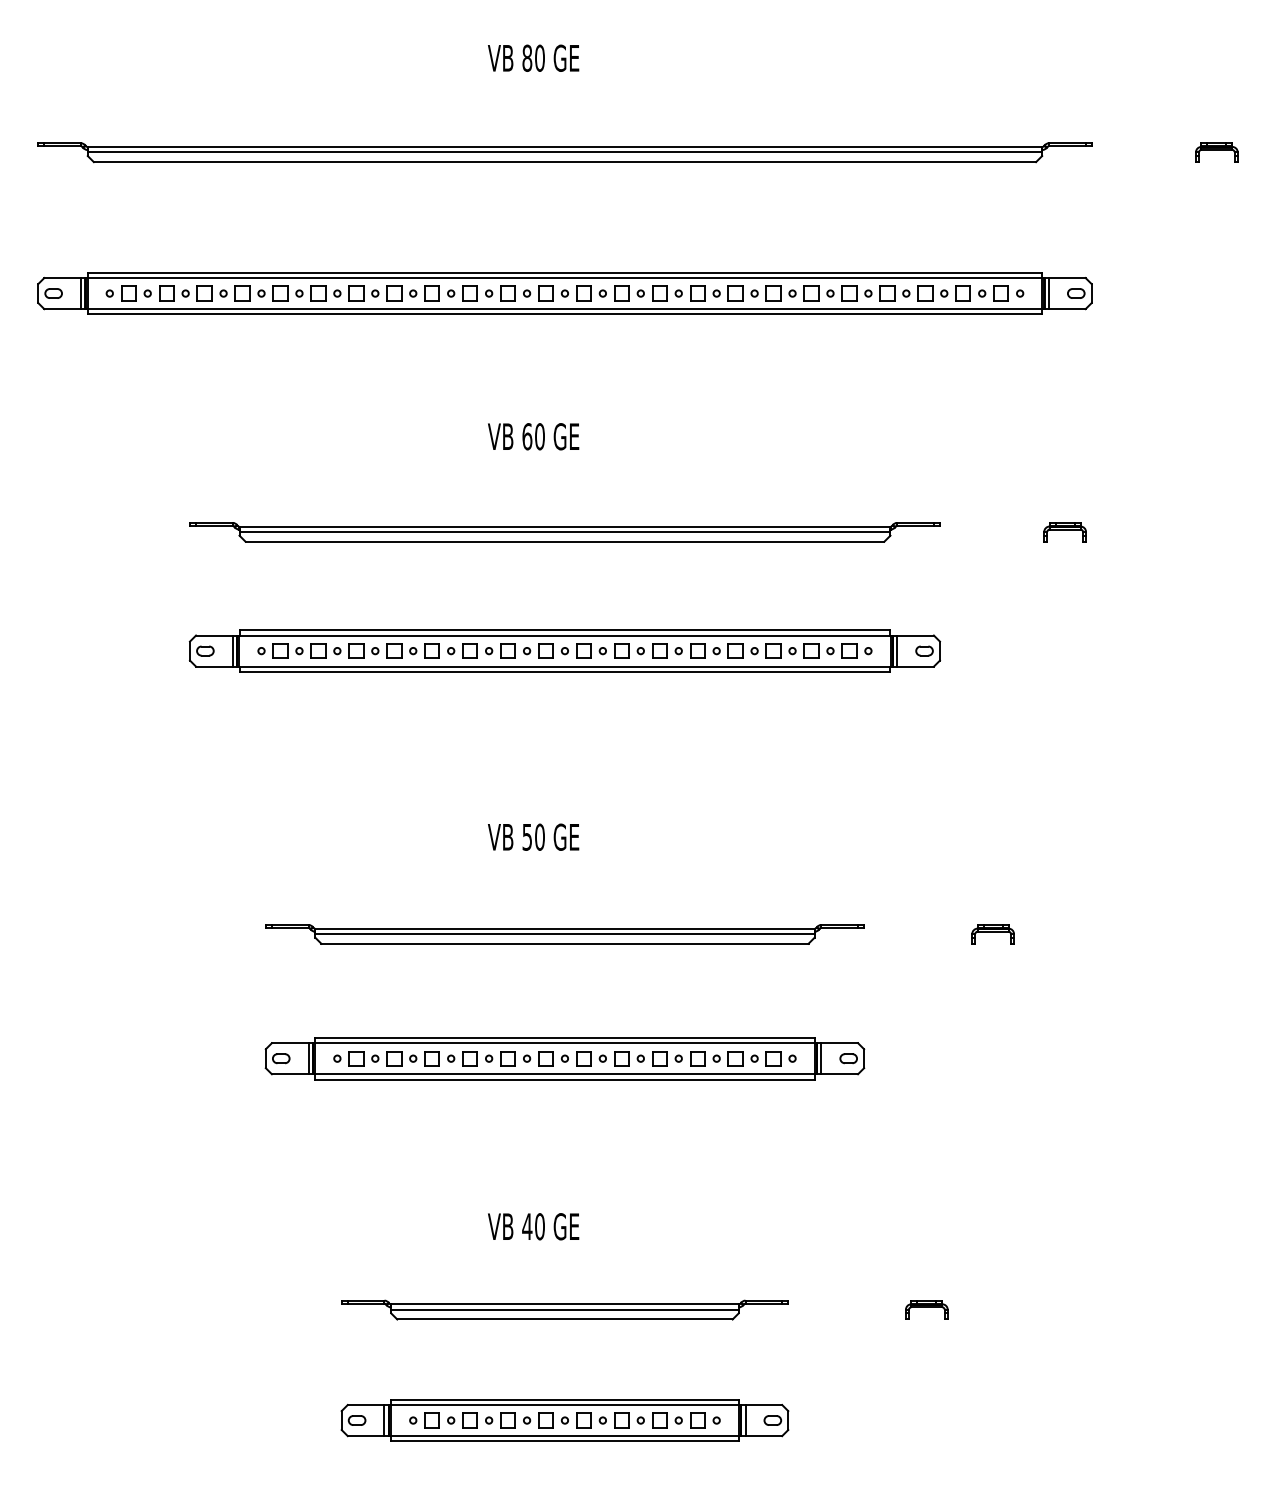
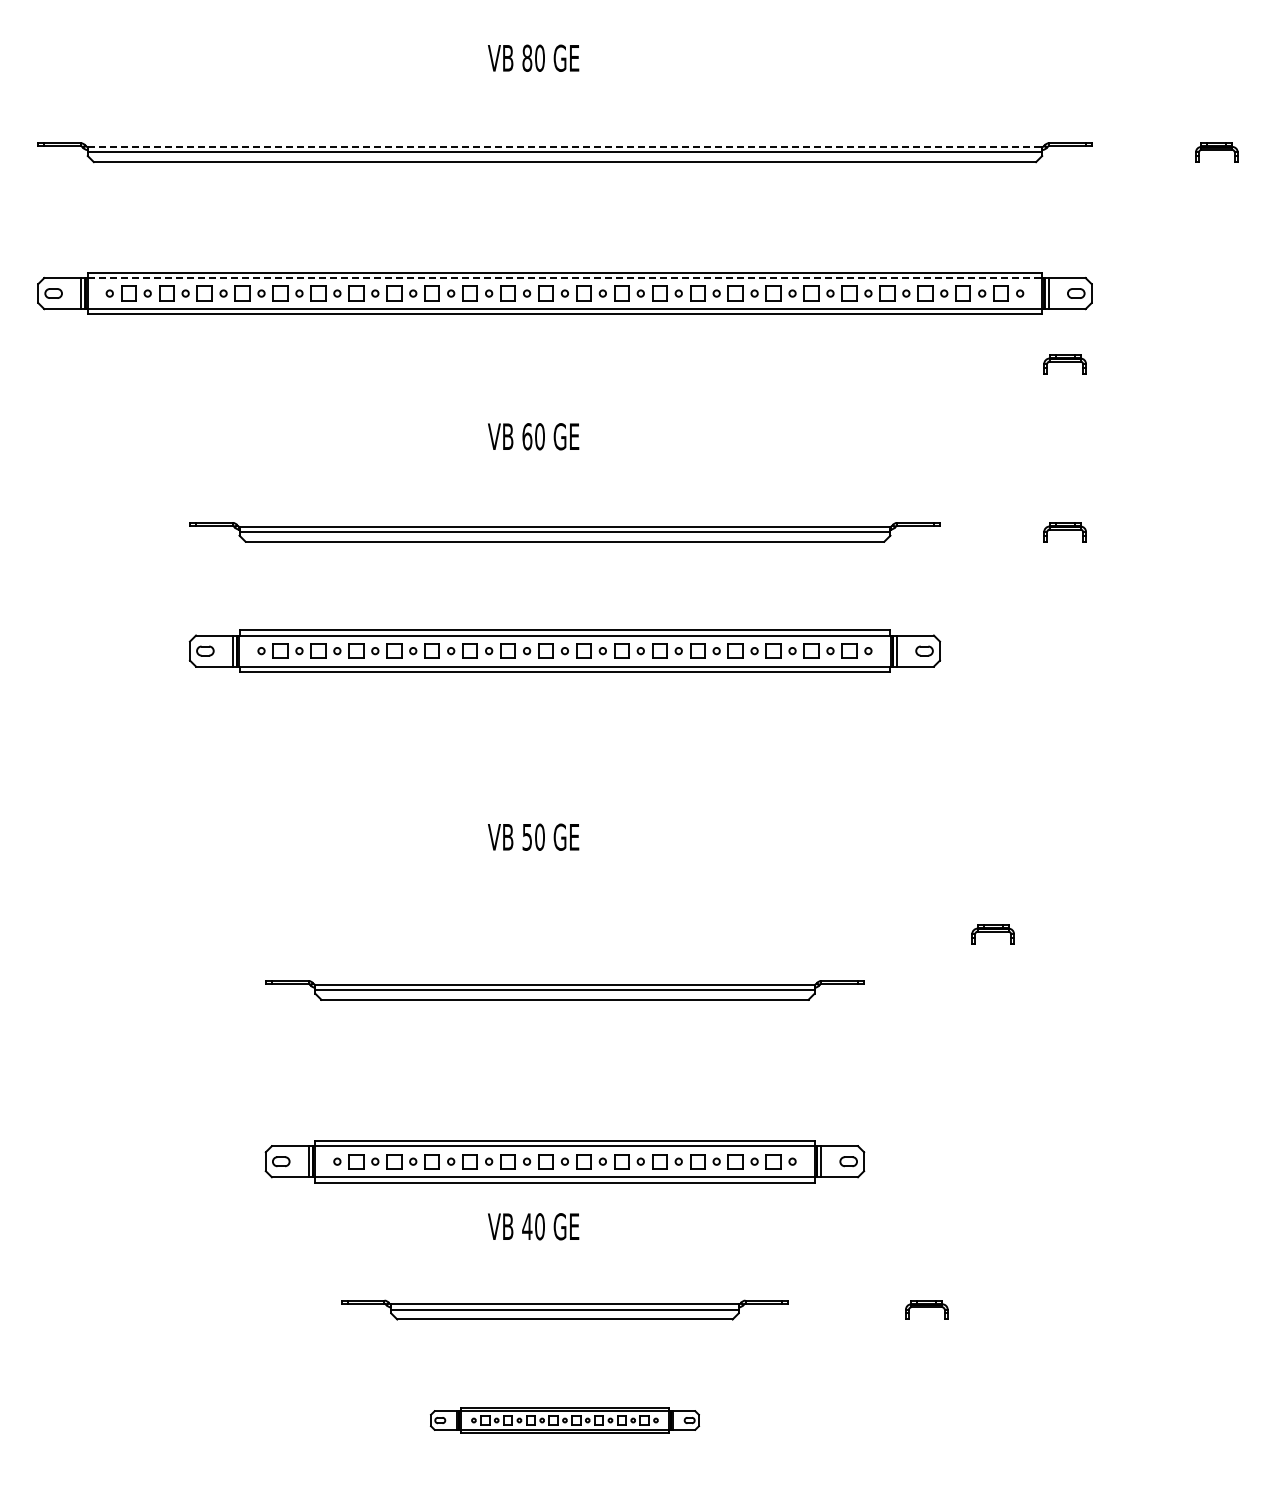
line at (565, 146): solid -> dashed
line at (565, 278): solid -> dashed
part at (1064, 364): none -> present
part at (564, 934) position: (564, 934) -> (564, 990)
part at (564, 1058) position: (564, 1058) -> (564, 1161)
part at (564, 1420) size: 450x43 px -> 270x27 px
